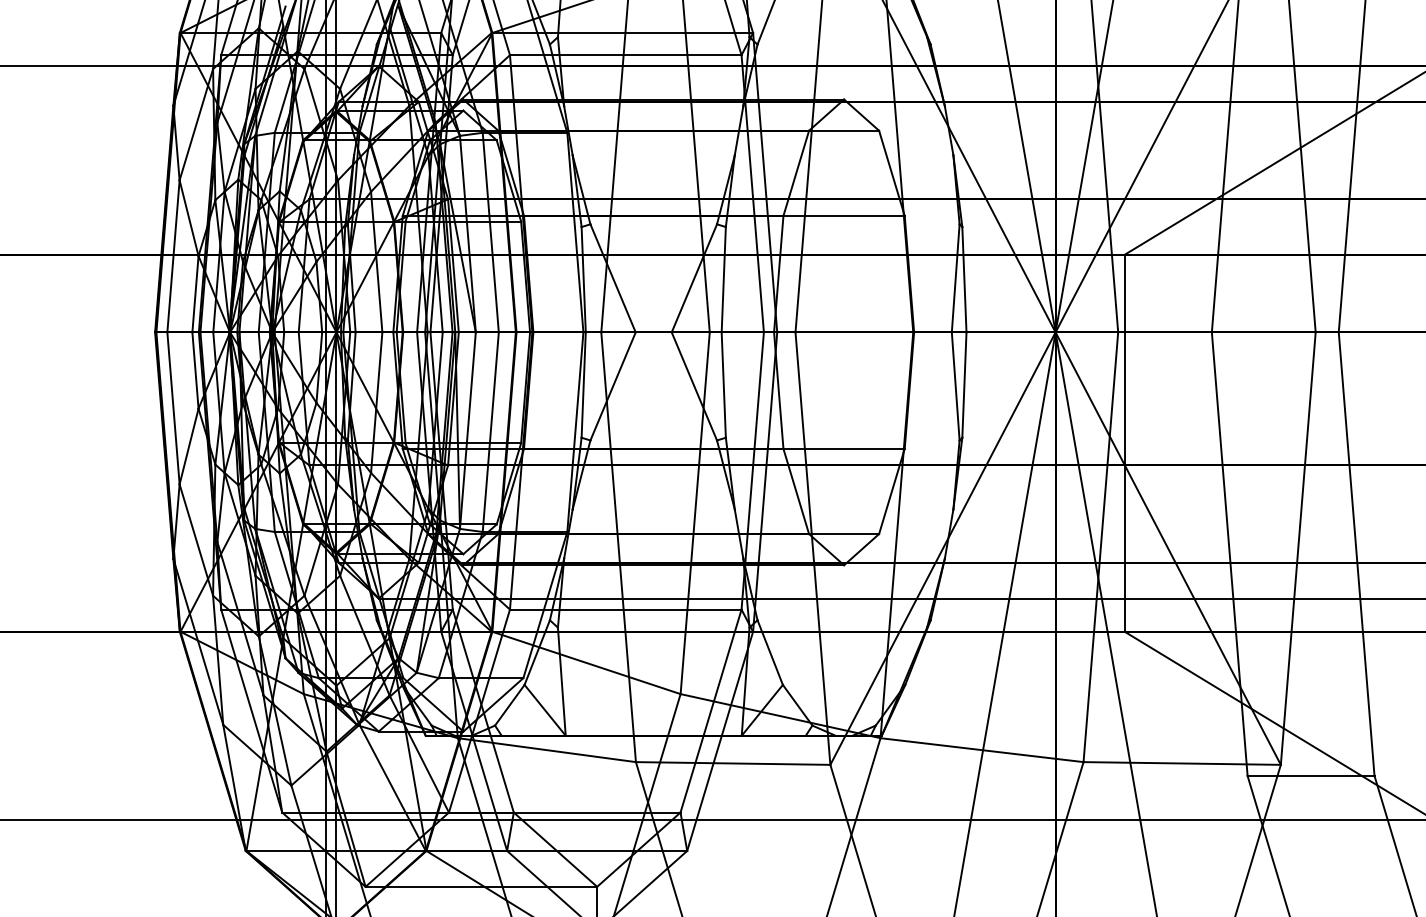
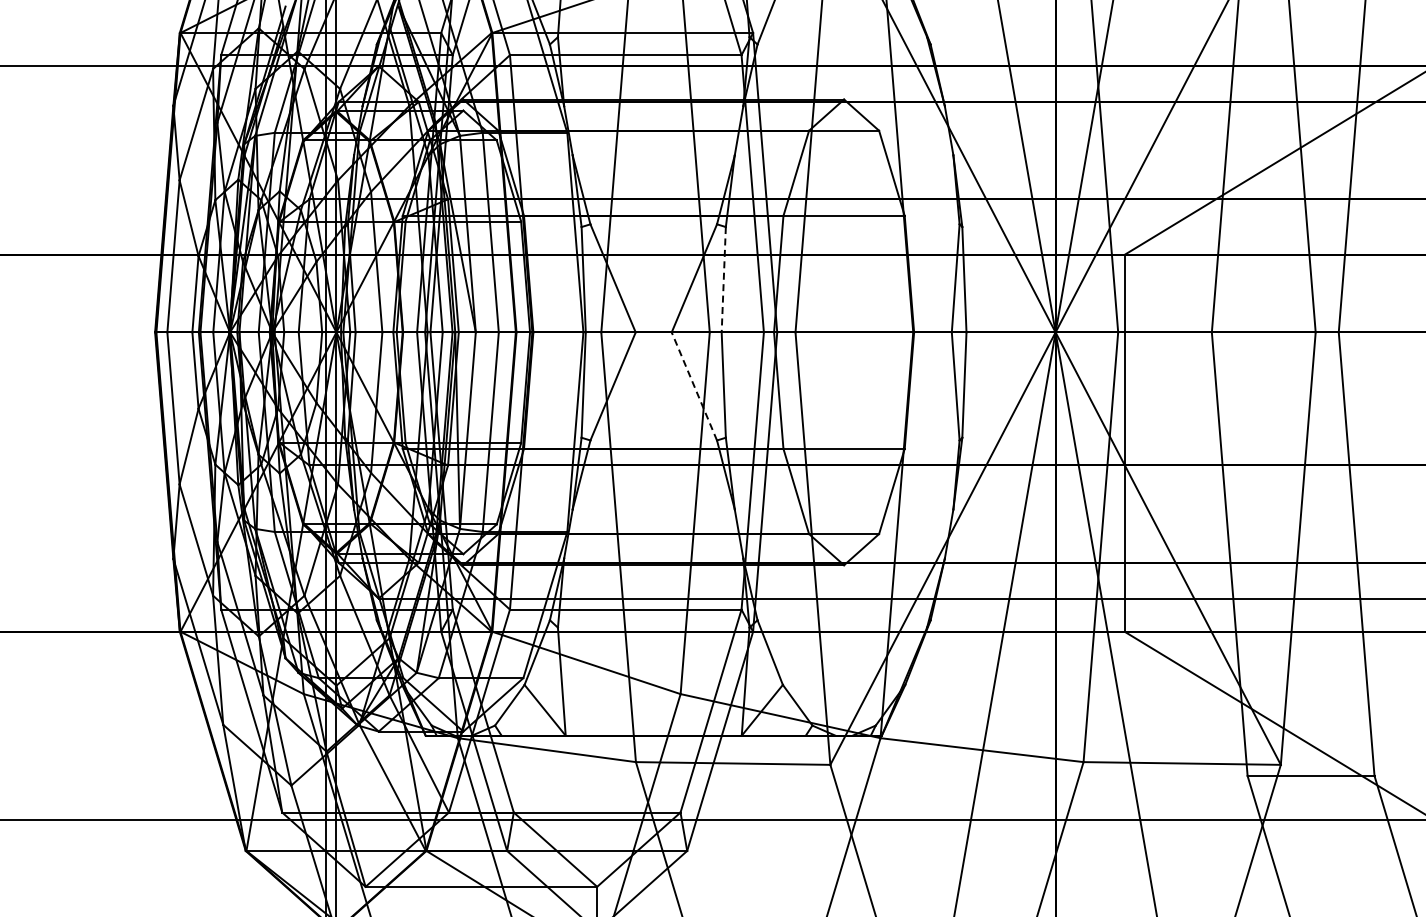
line at (723, 279): solid -> dashed
line at (694, 386): solid -> dashed
